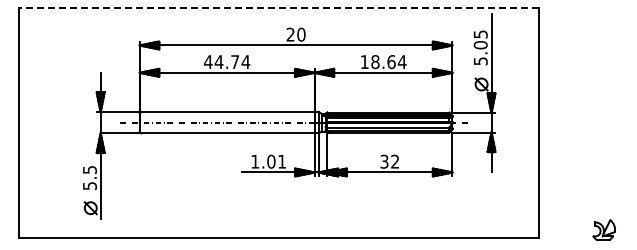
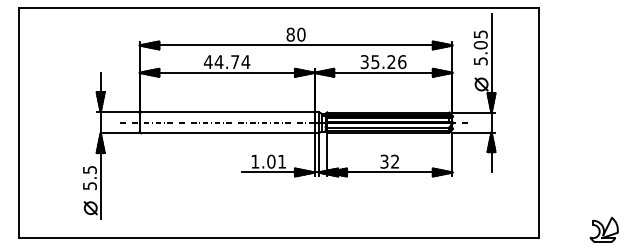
line at (278, 7): dashed -> solid
text at (290, 34): 20 -> 80
text at (383, 62): 18.64 -> 35.26
part at (603, 229) size: 24x22 px -> 30x27 px
